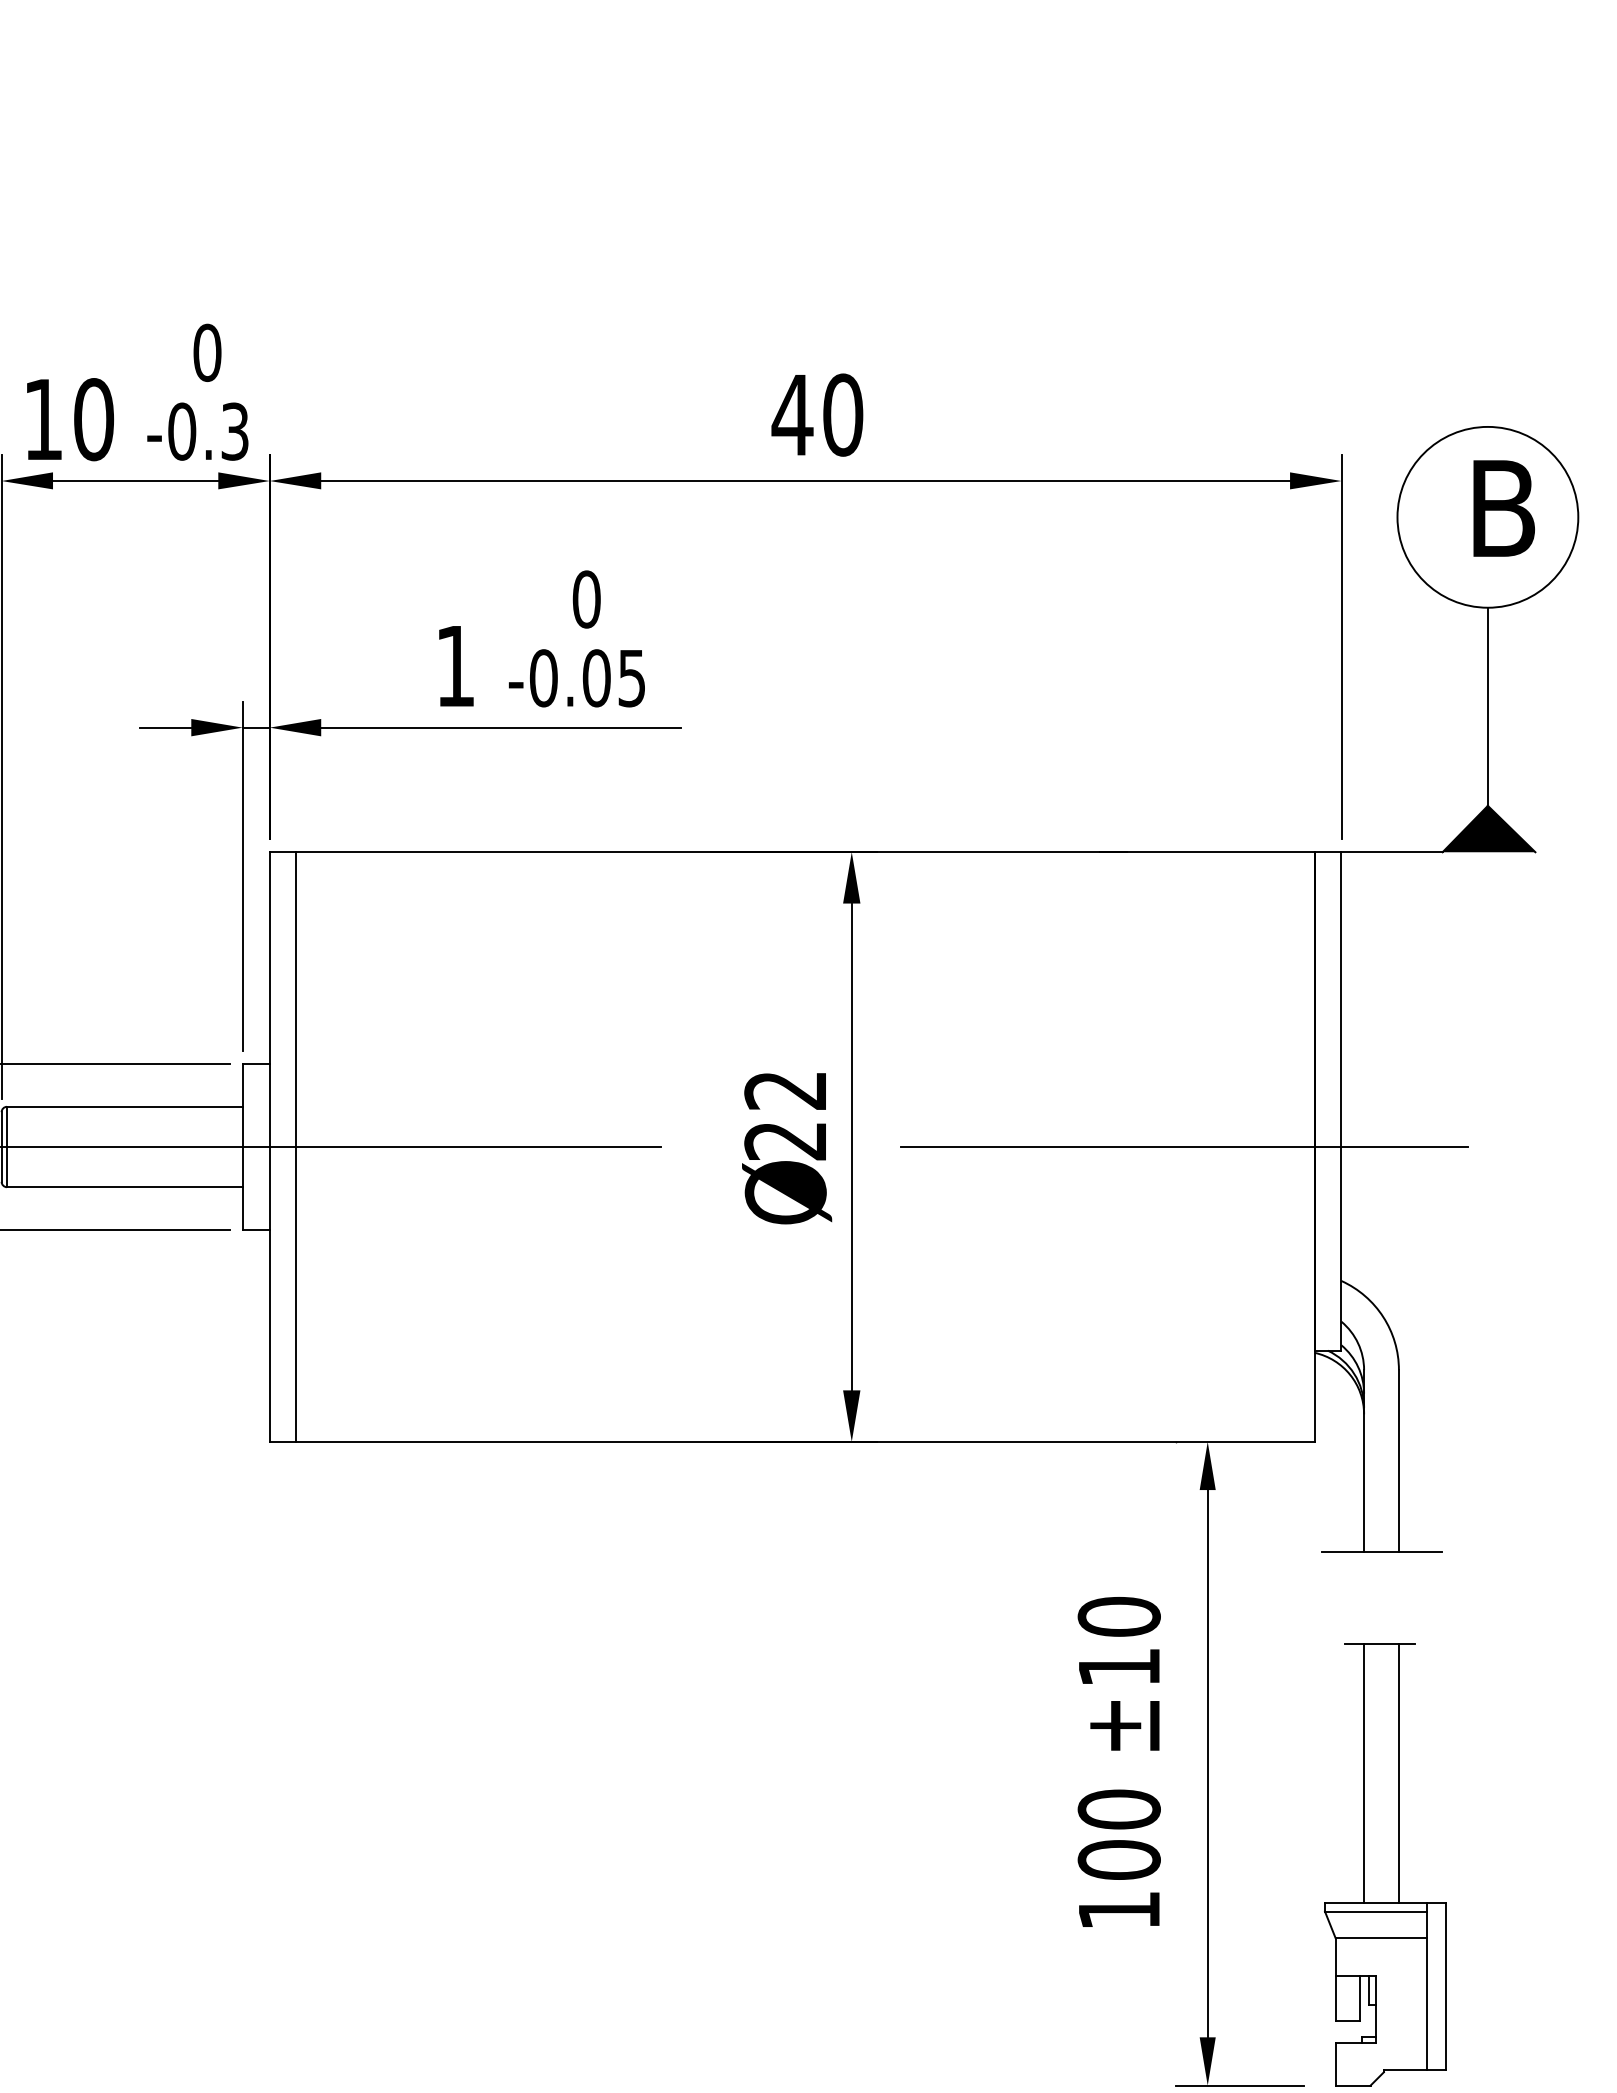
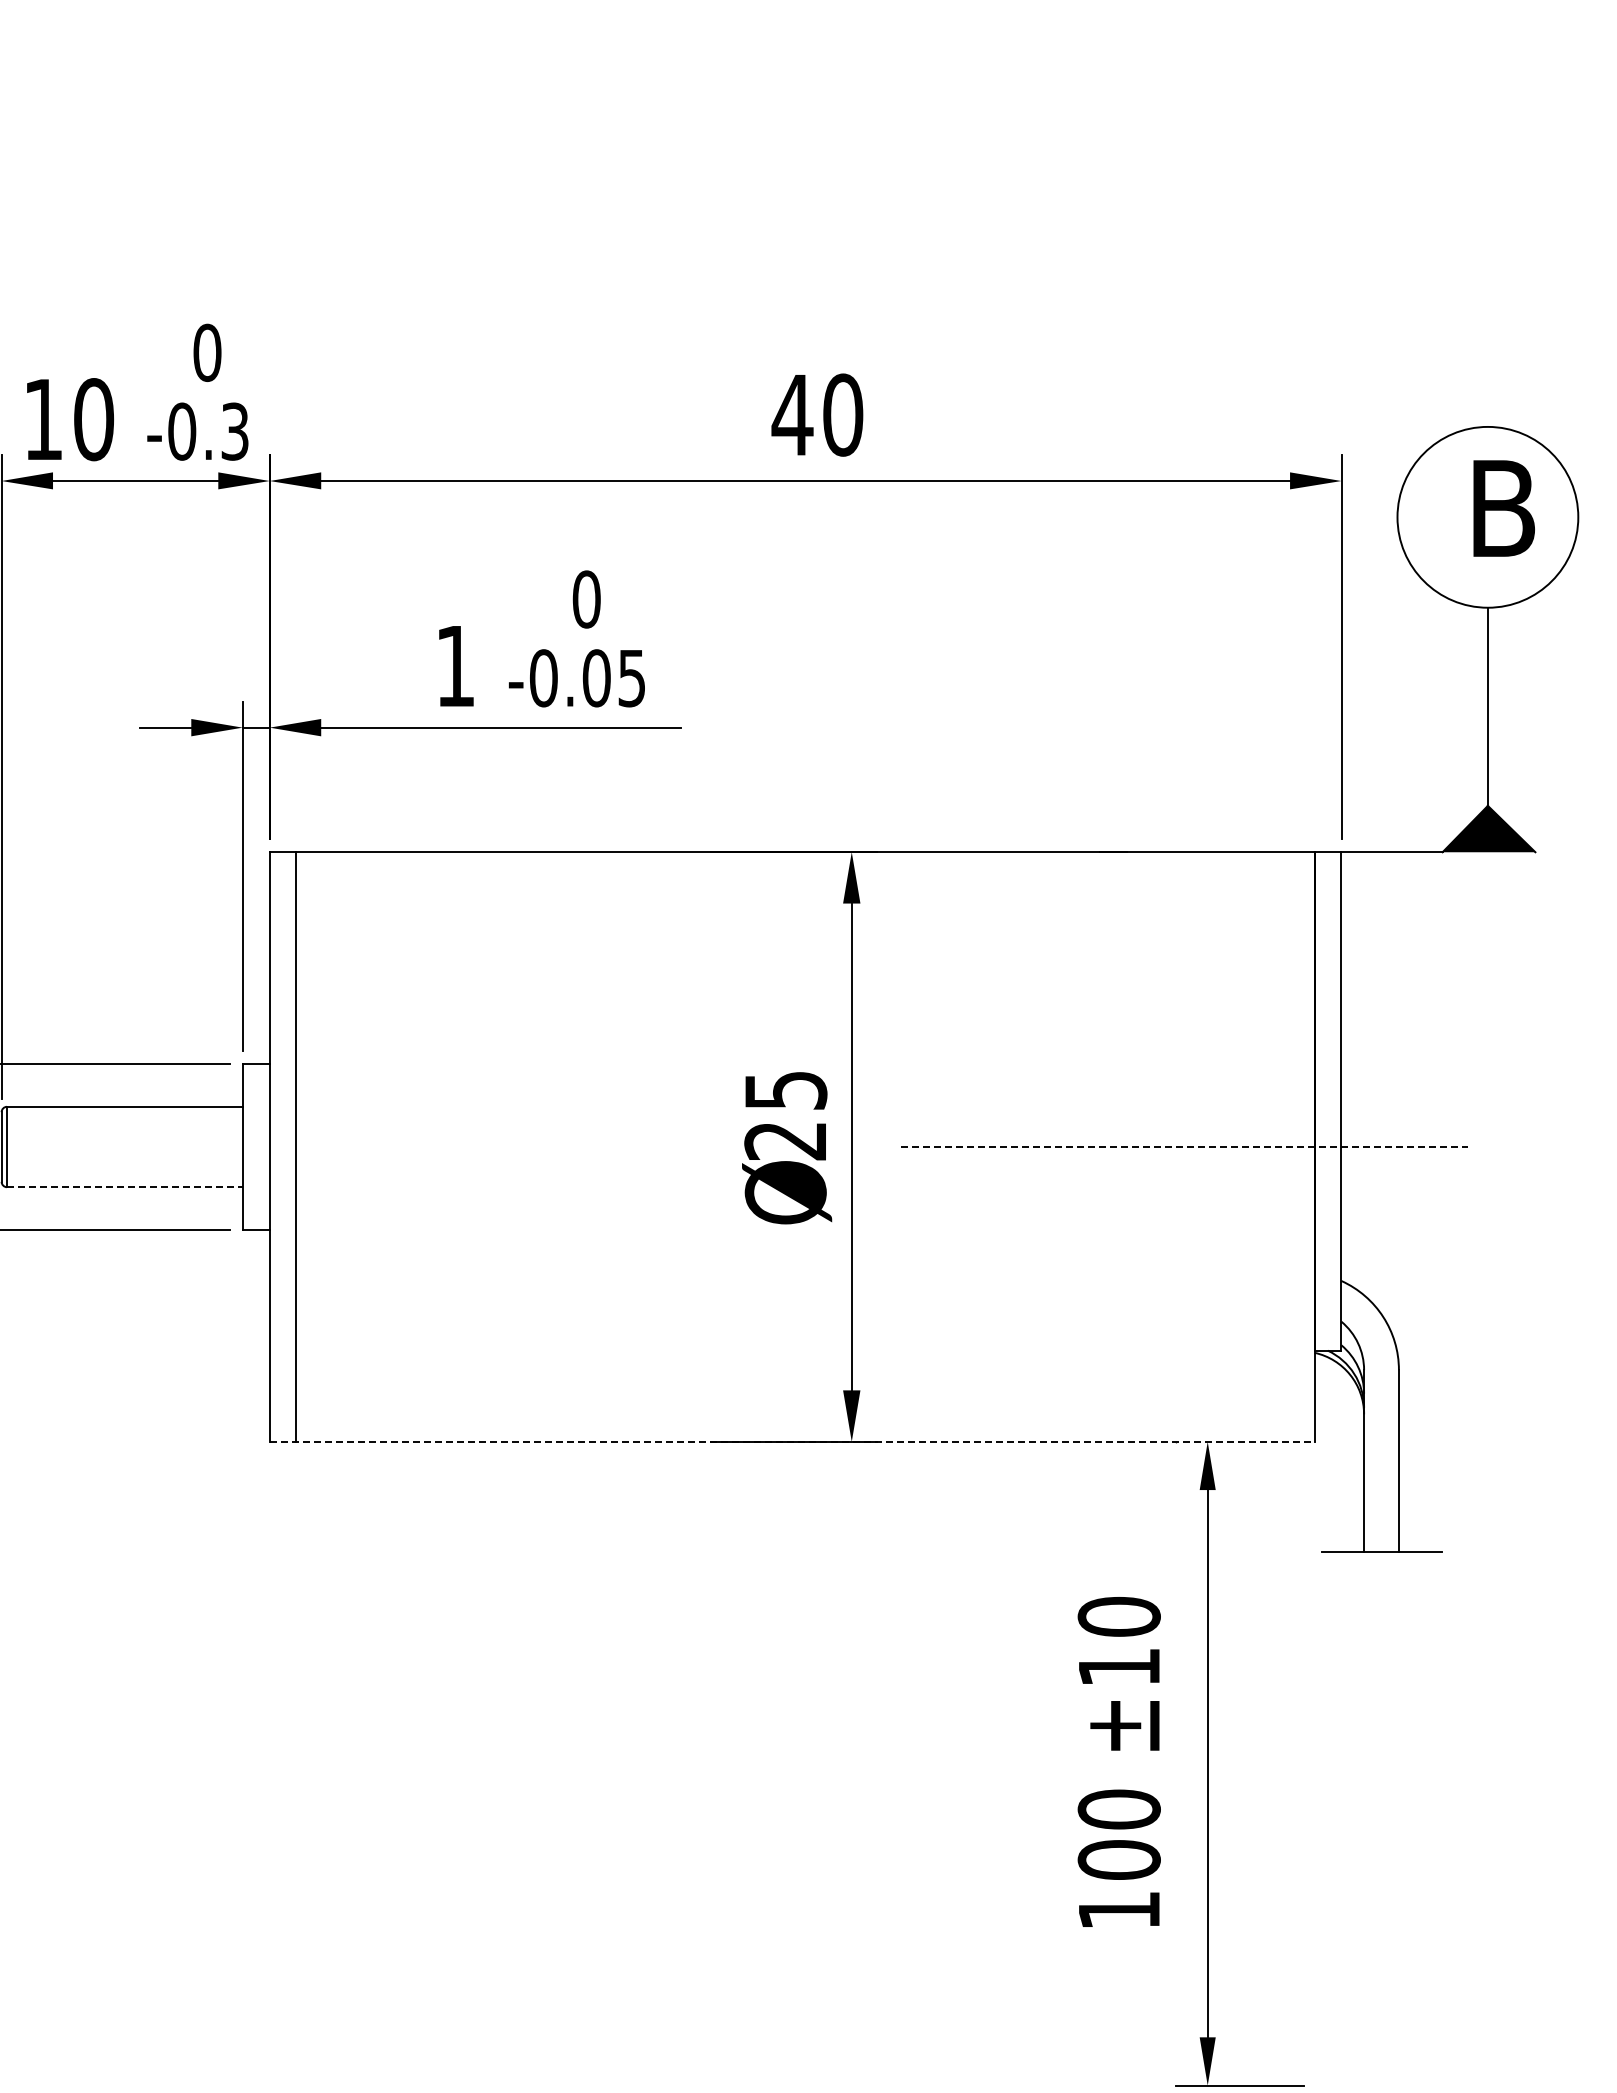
text at (785, 1090): 22 -> 25
line at (331, 1147): present -> none
line at (1184, 1147): solid -> dashed
line at (124, 1187): solid -> dashed
line at (792, 1441): solid -> dashed
part at (1385, 1864): present -> none
